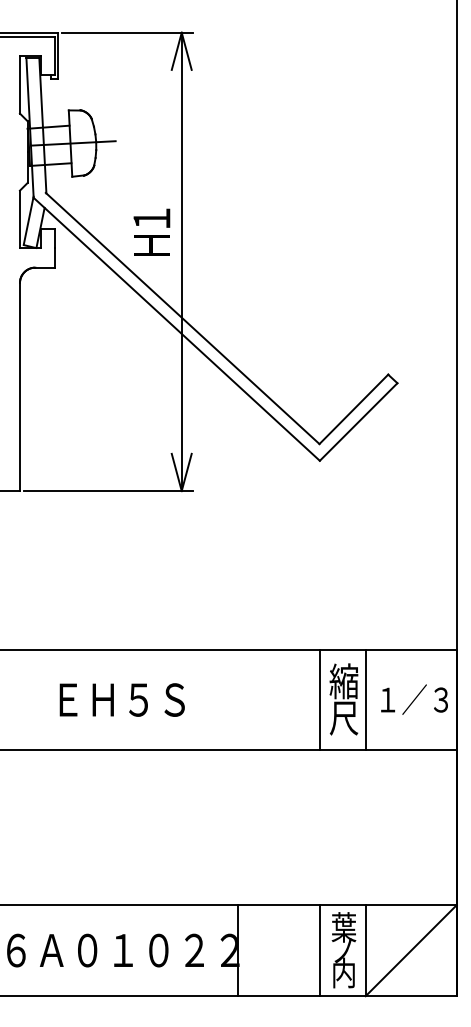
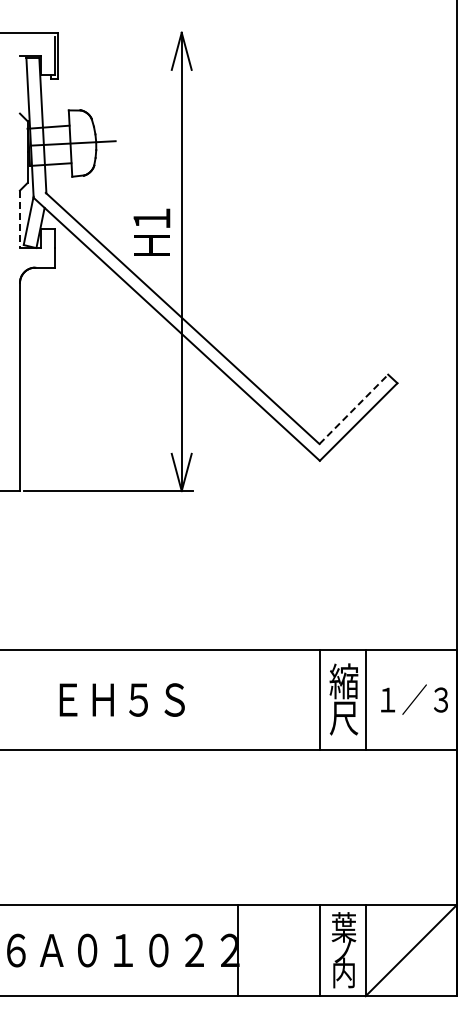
line at (127, 32): present -> none
line at (28, 36): present -> none
line at (19, 84): present -> none
line at (19, 219): solid -> dashed
line at (353, 409): solid -> dashed
